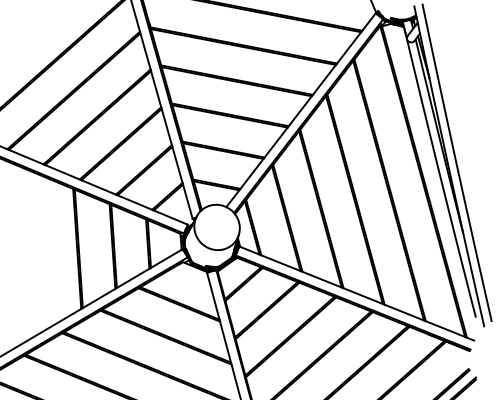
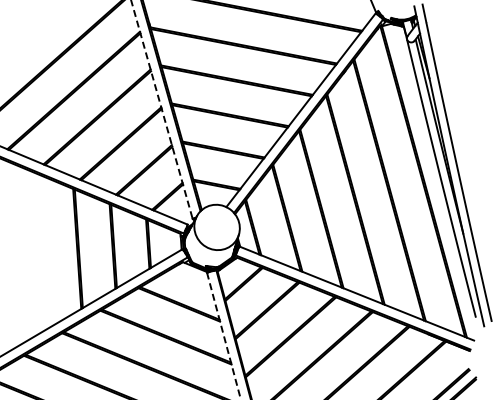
line at (162, 110): solid -> dashed
line at (224, 336): solid -> dashed
